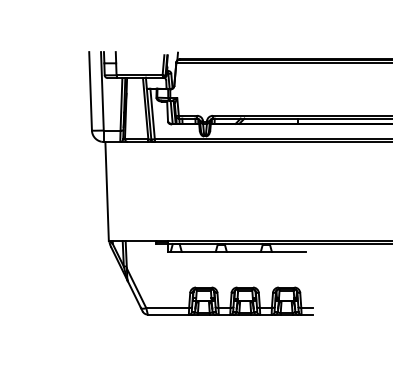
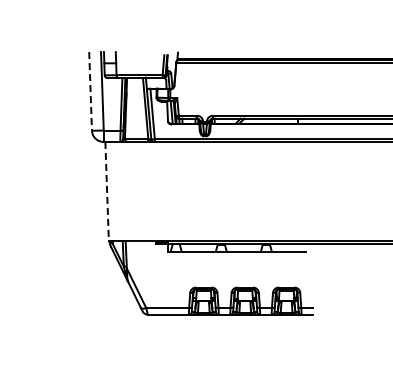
line at (90, 91): solid -> dashed
line at (107, 191): solid -> dashed
